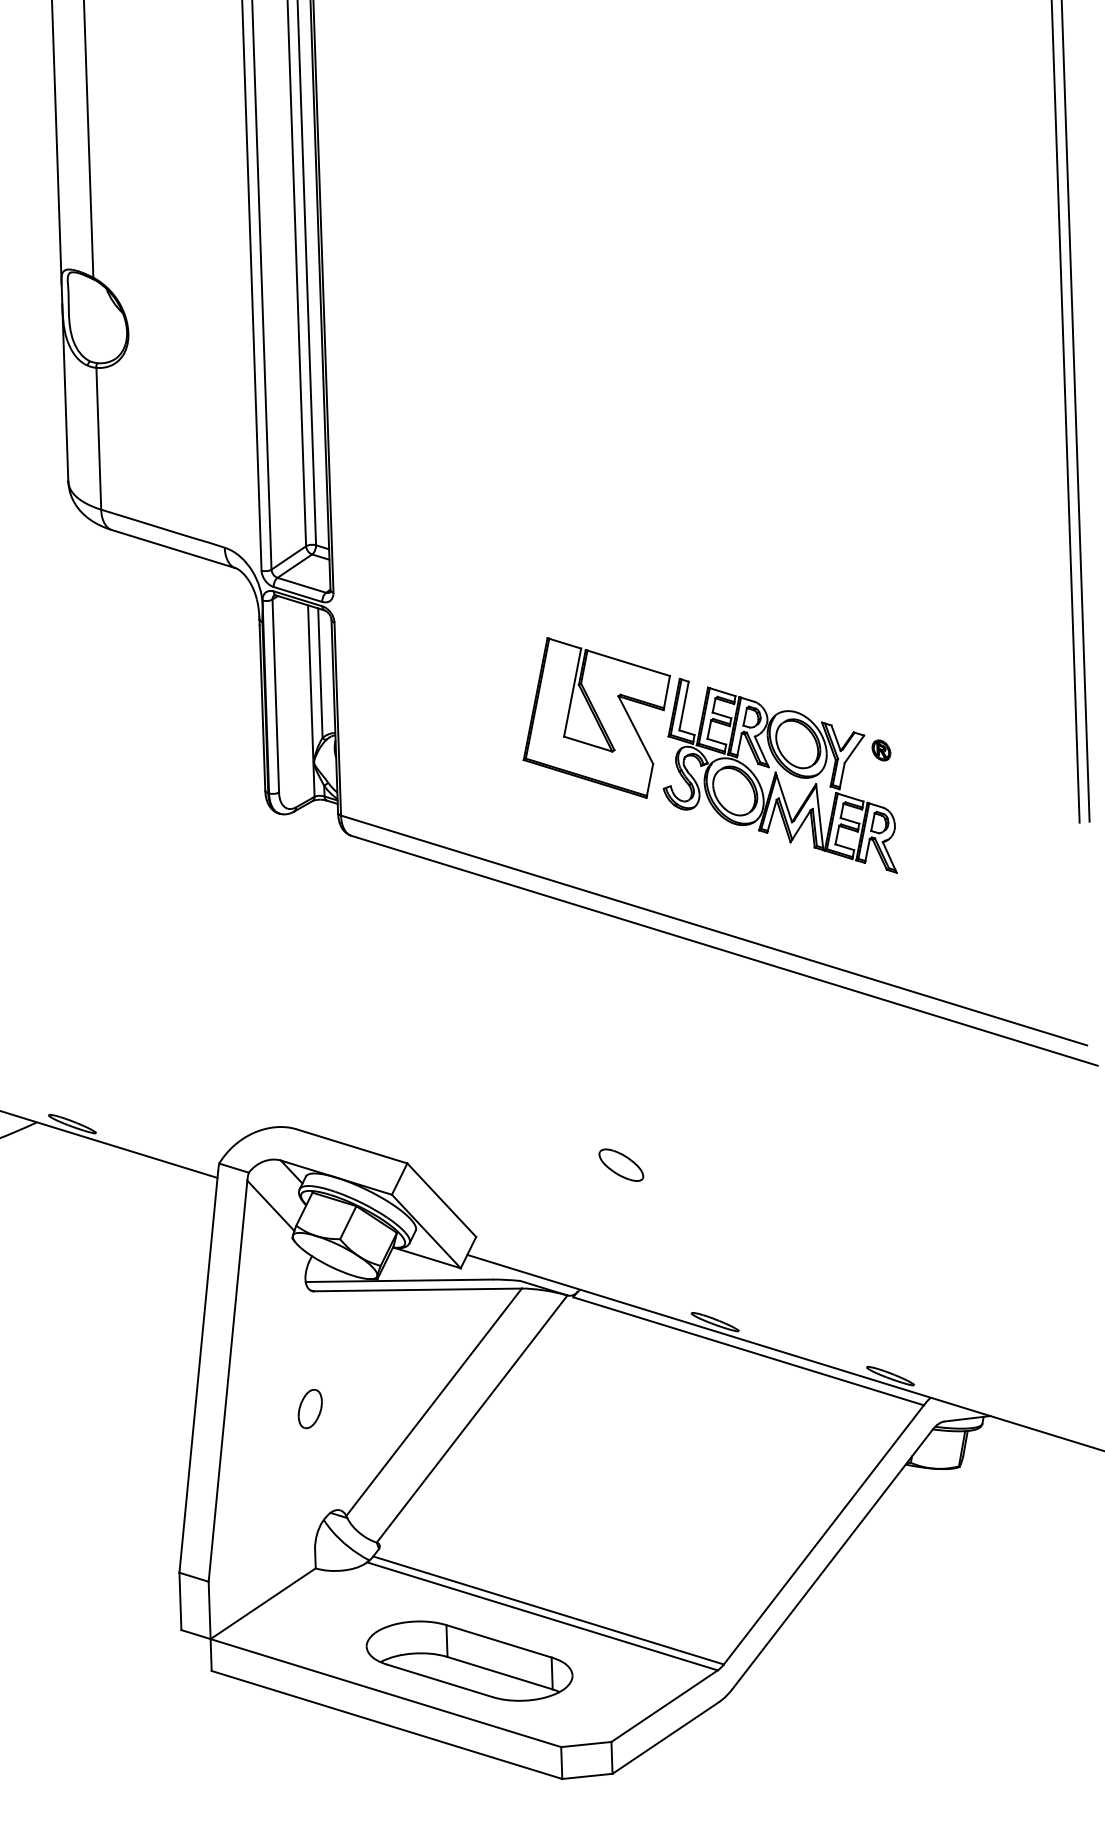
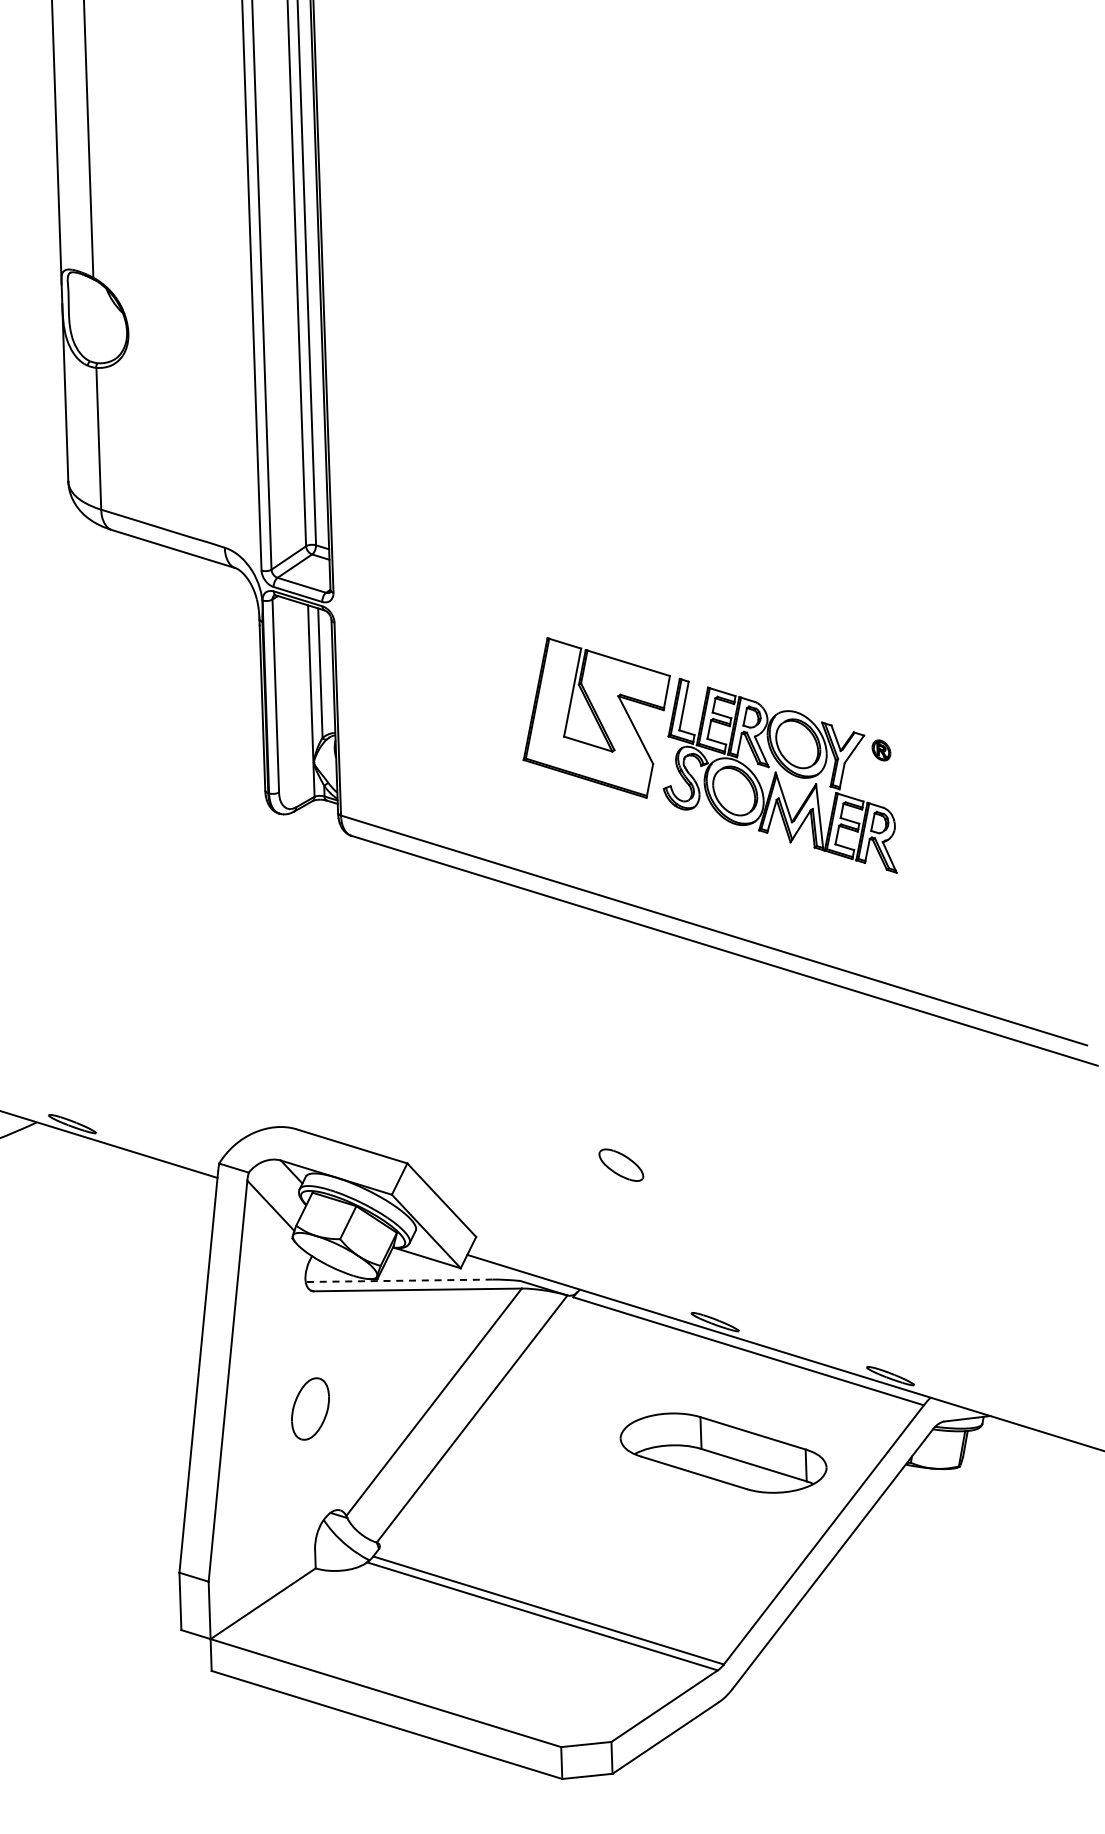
line at (1075, 411): present -> none
line at (1065, 412): present -> none
line at (398, 1280): solid -> dashed
part at (309, 1408) size: 26x42 px -> 39x64 px
part at (469, 1660) position: (469, 1660) -> (723, 1452)
